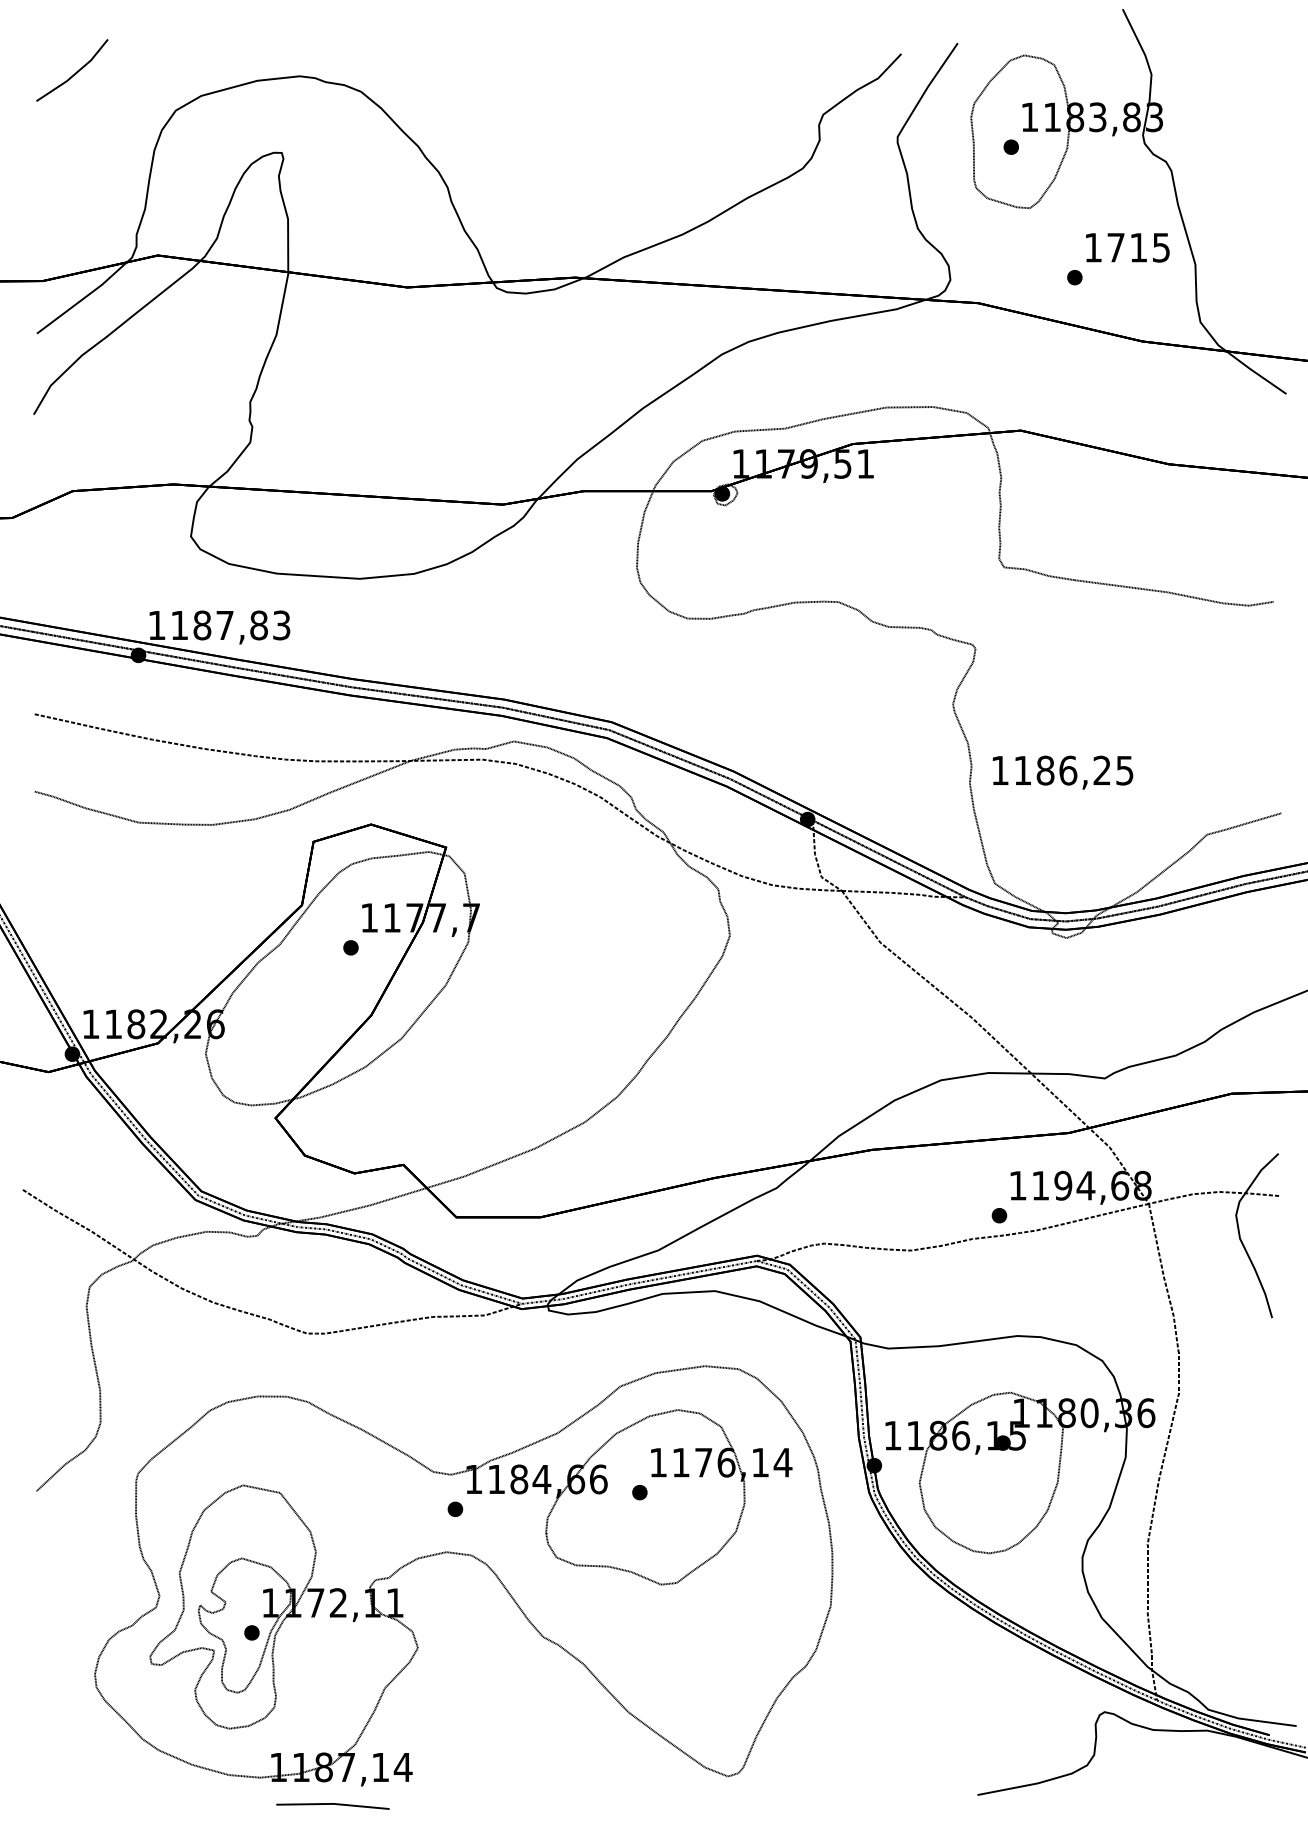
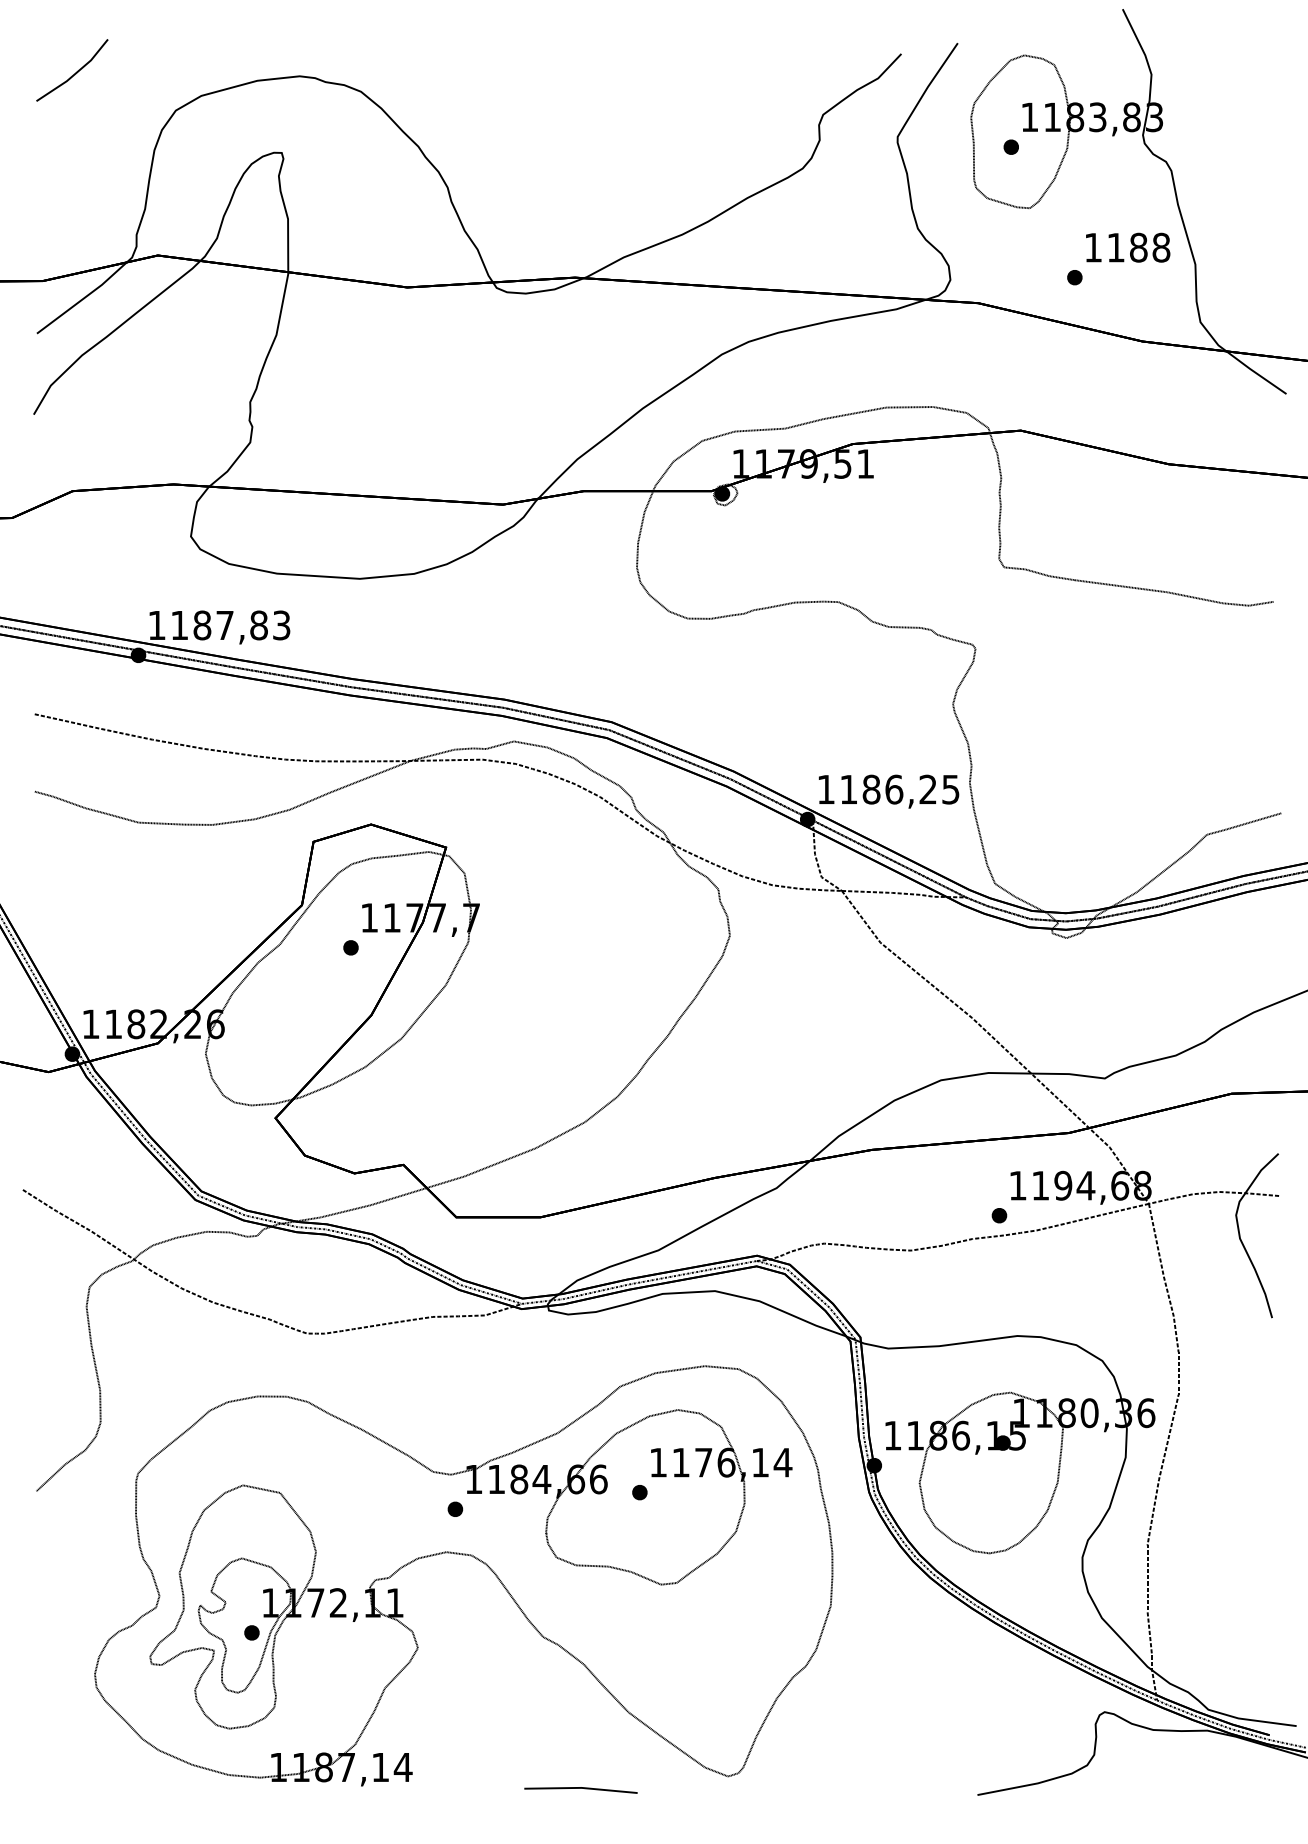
text at (1138, 247): 1715 -> 1188
text at (1062, 772) position: (1062, 772) -> (888, 791)
line at (332, 1804) position: (332, 1804) -> (580, 1788)
